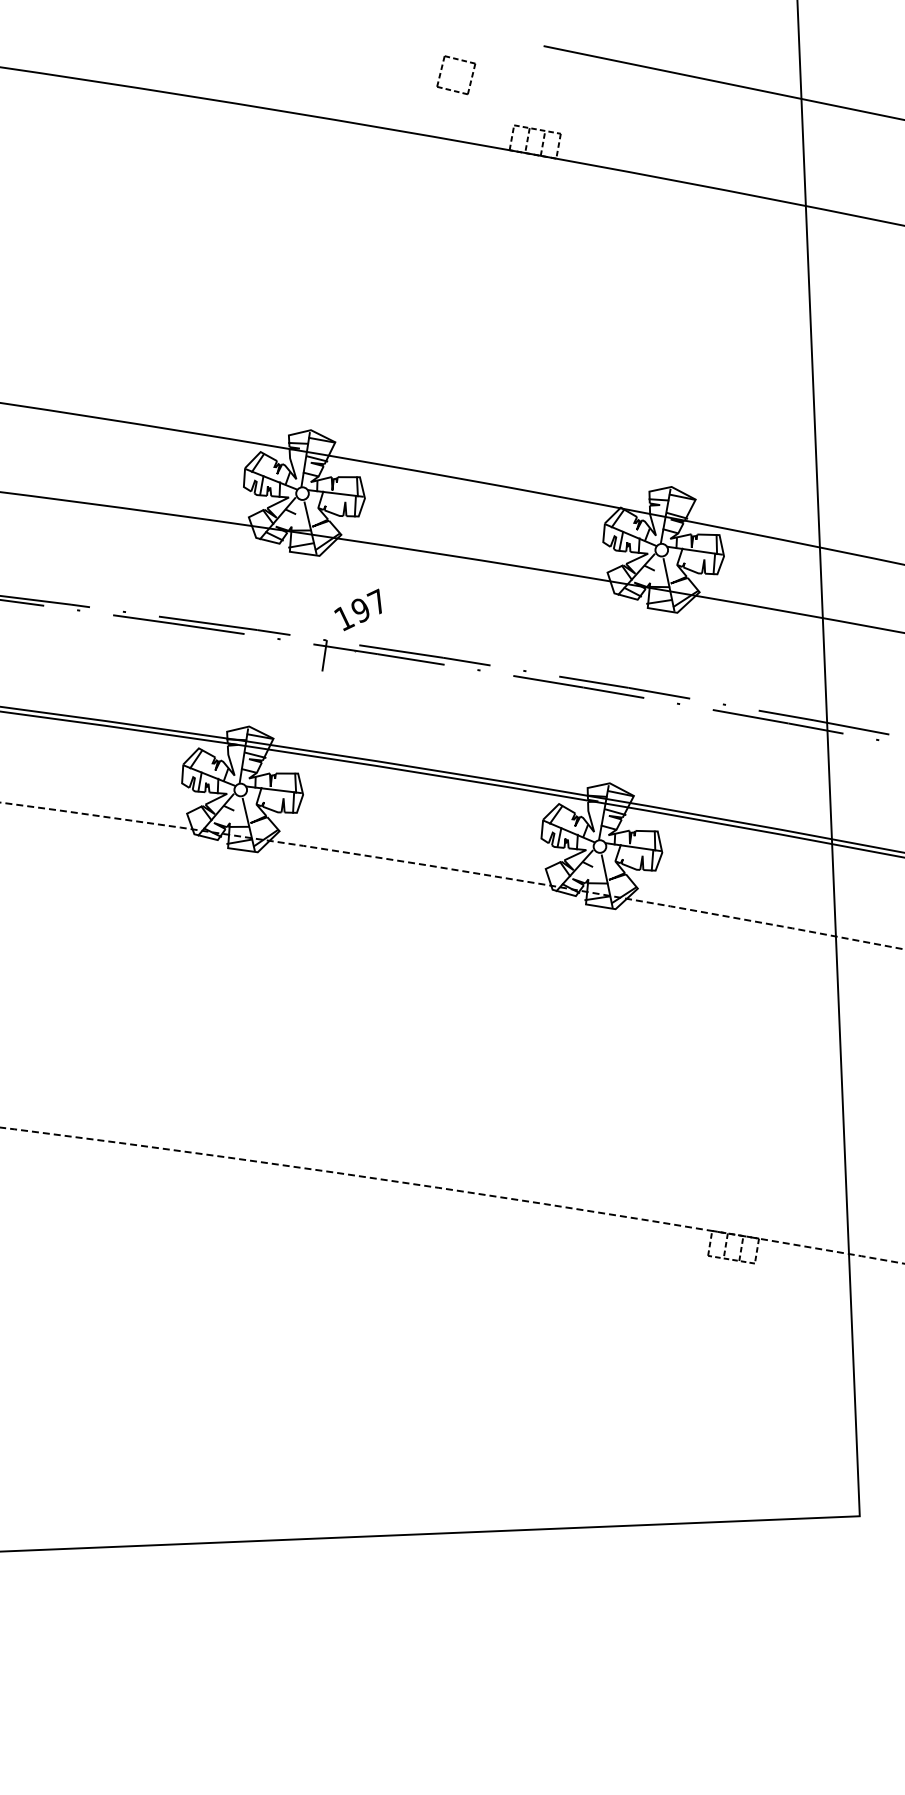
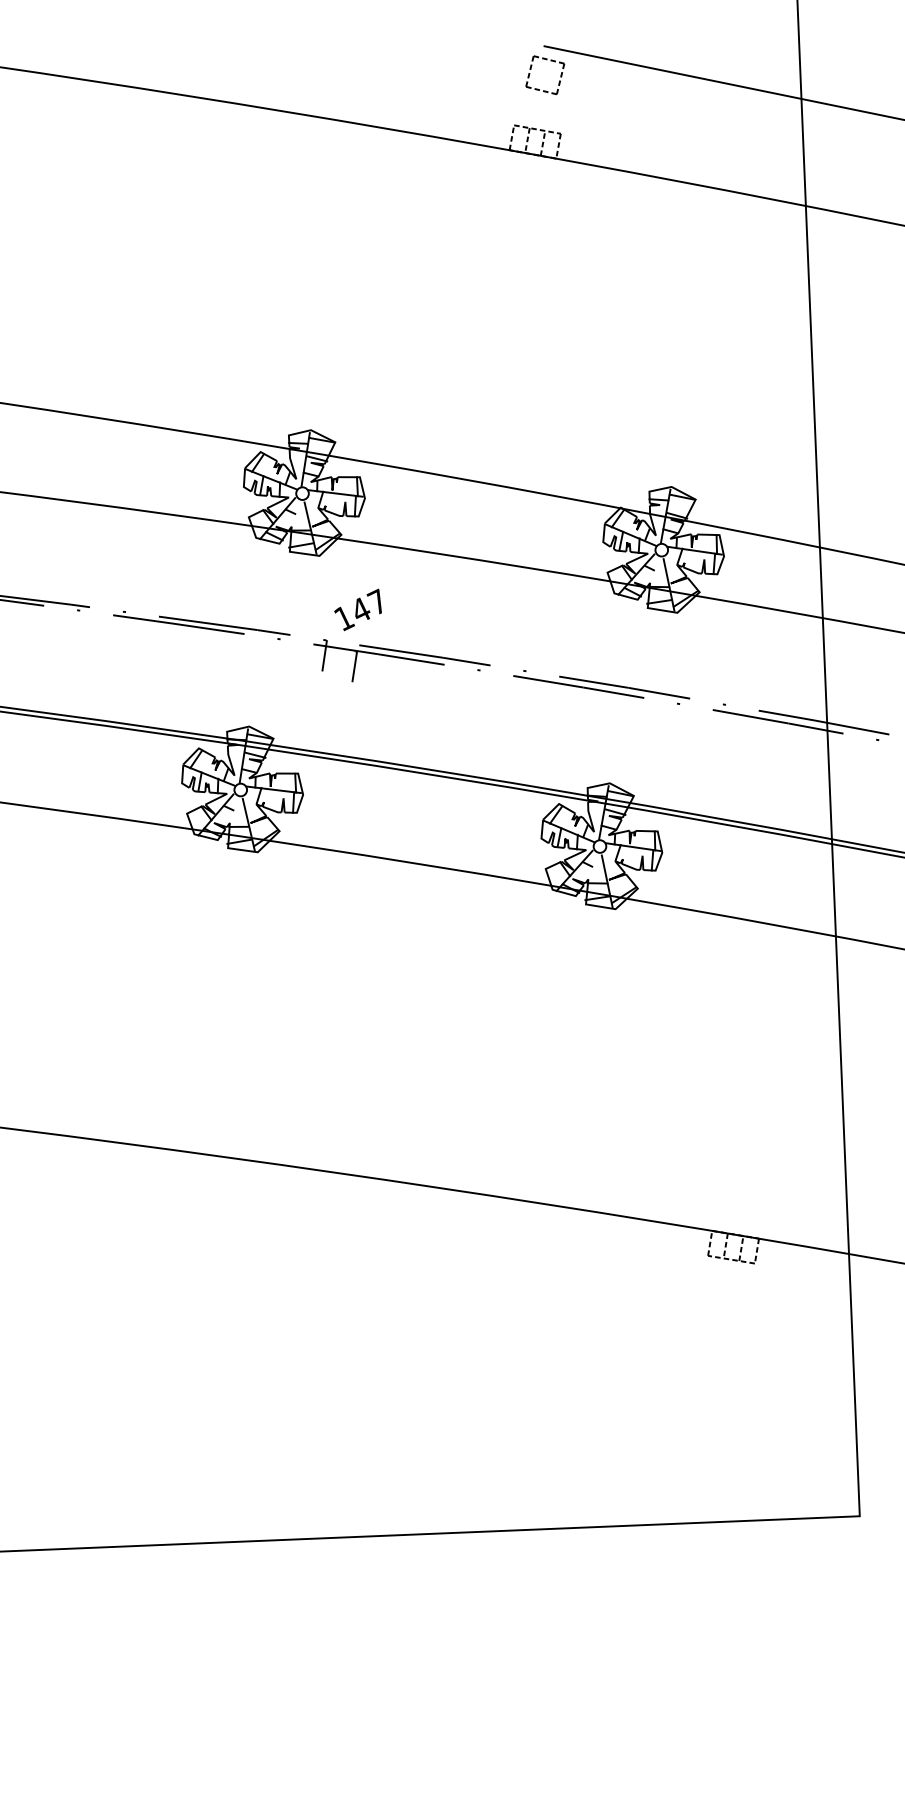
part at (469, 82) position: (469, 82) -> (558, 82)
text at (360, 609): 197 -> 147
line at (354, 666): none -> present
arc at (451, 869): dashed -> solid
arc at (452, 1189): dashed -> solid
